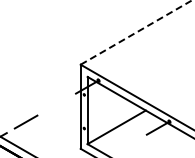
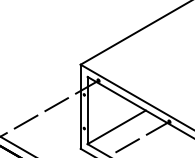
line at (136, 32): dashed -> solid
line at (56, 104): none -> present
line at (127, 145): none -> present
